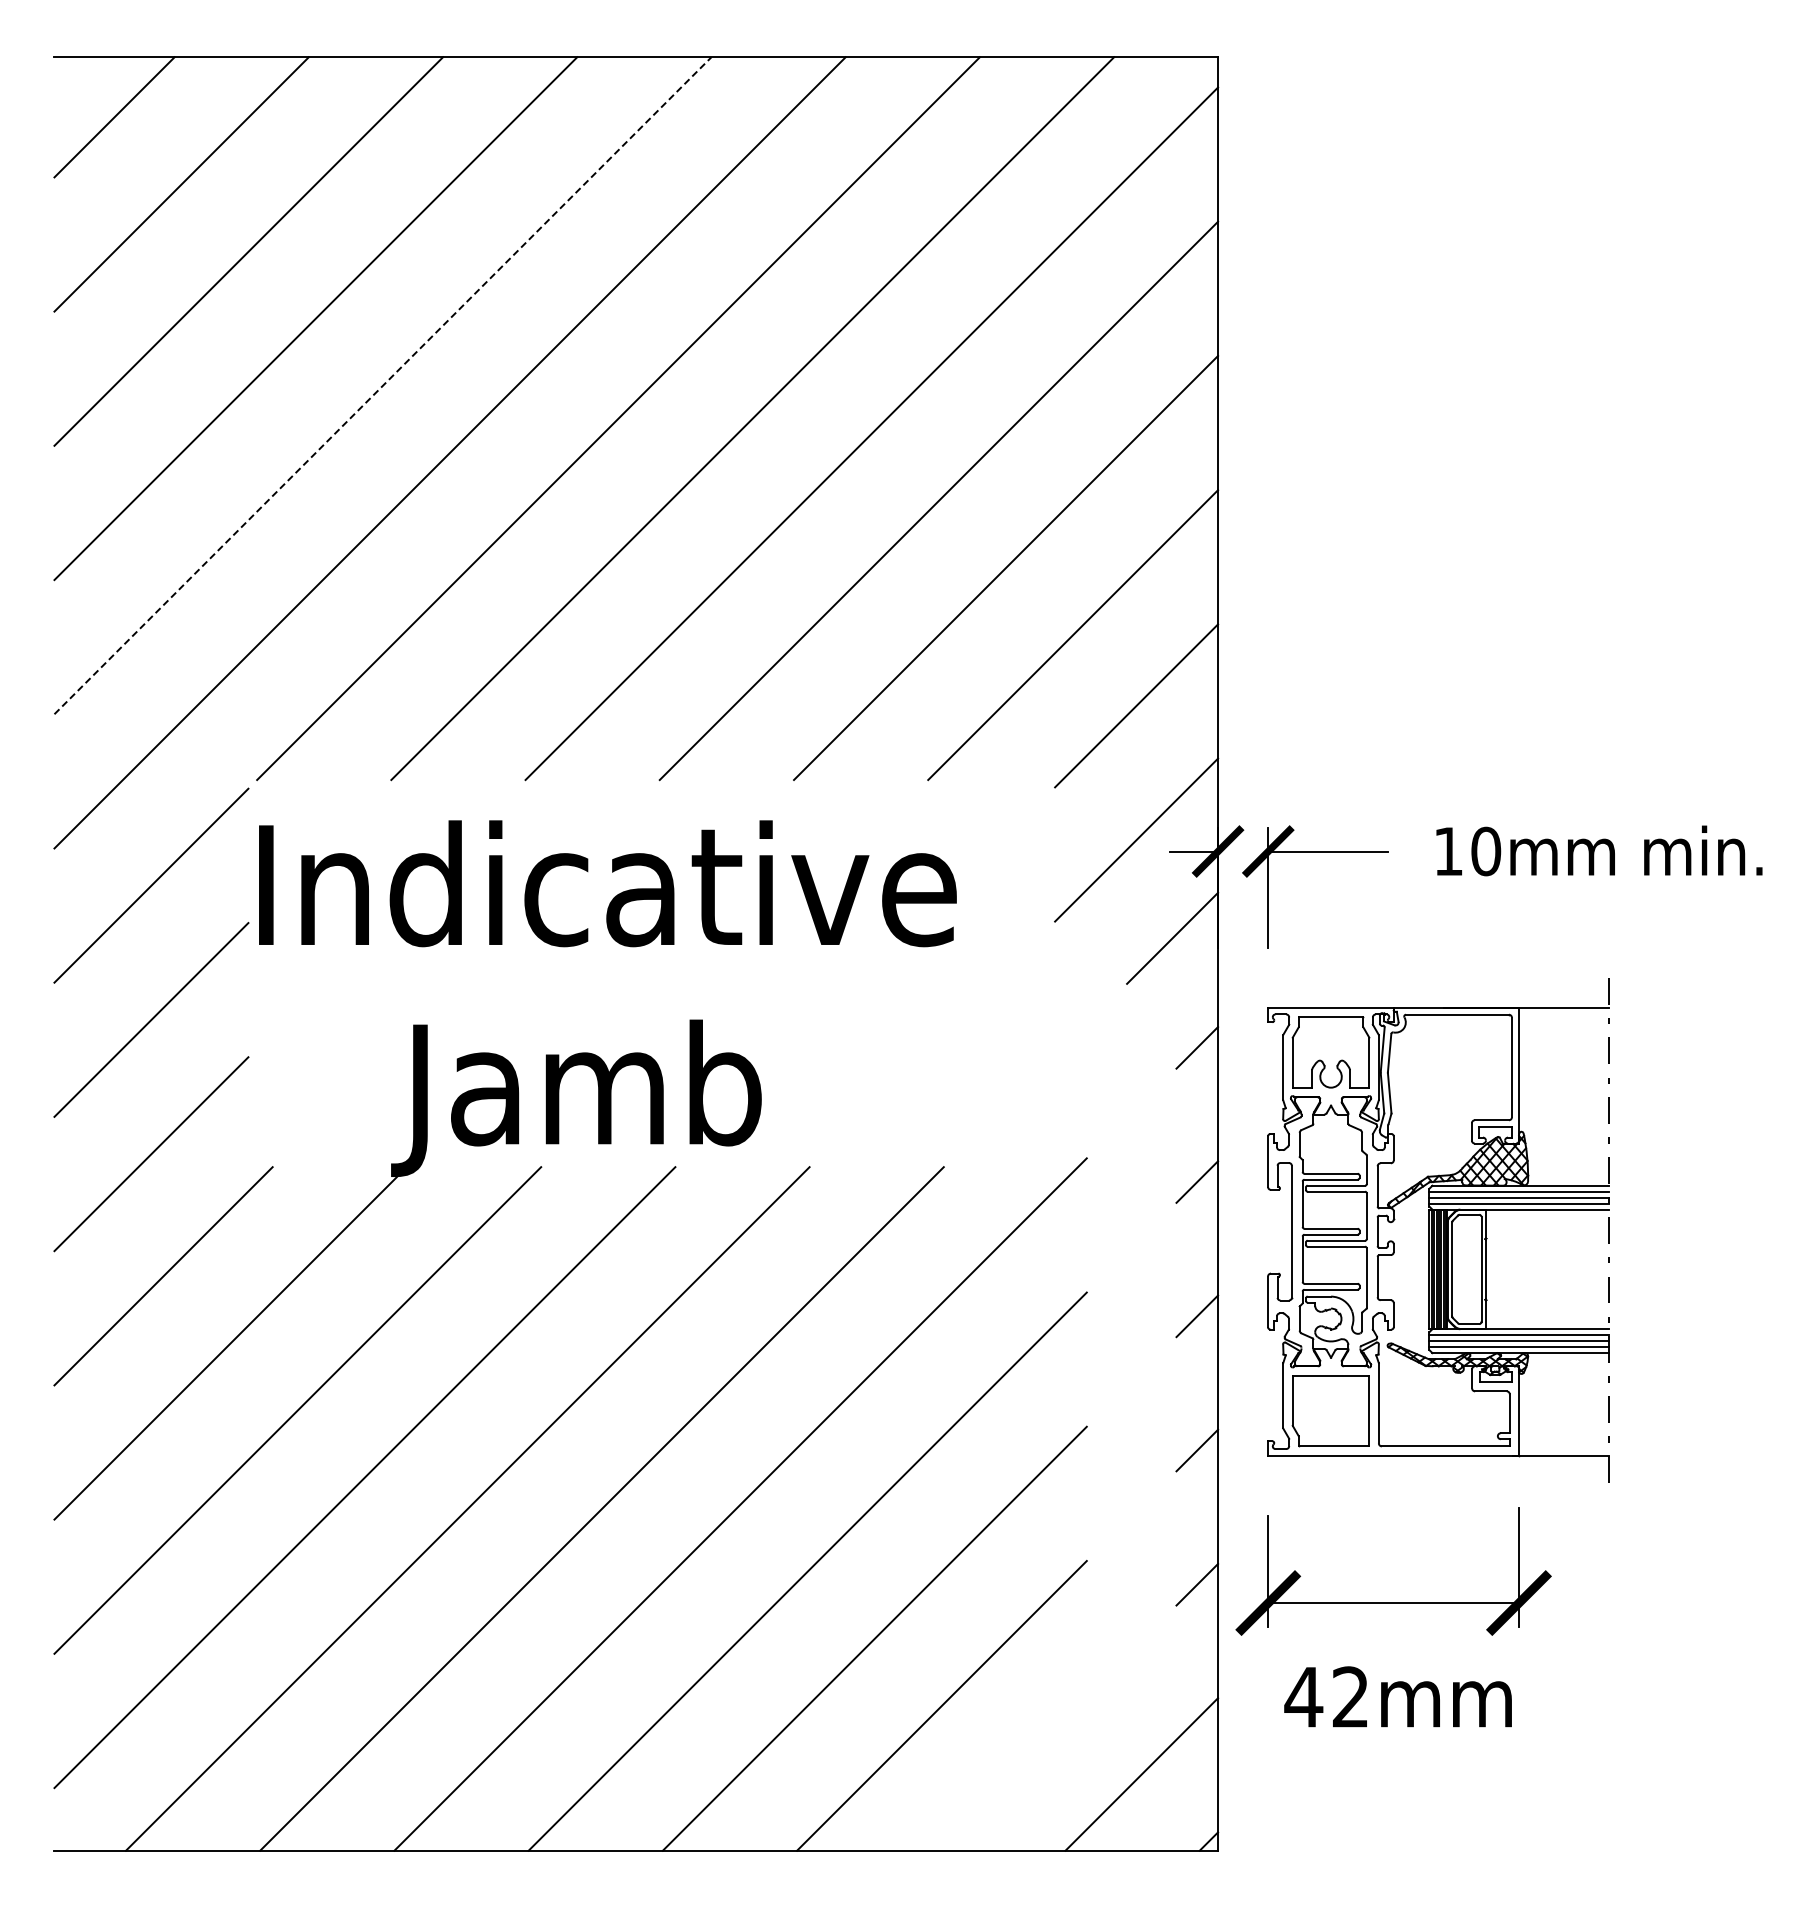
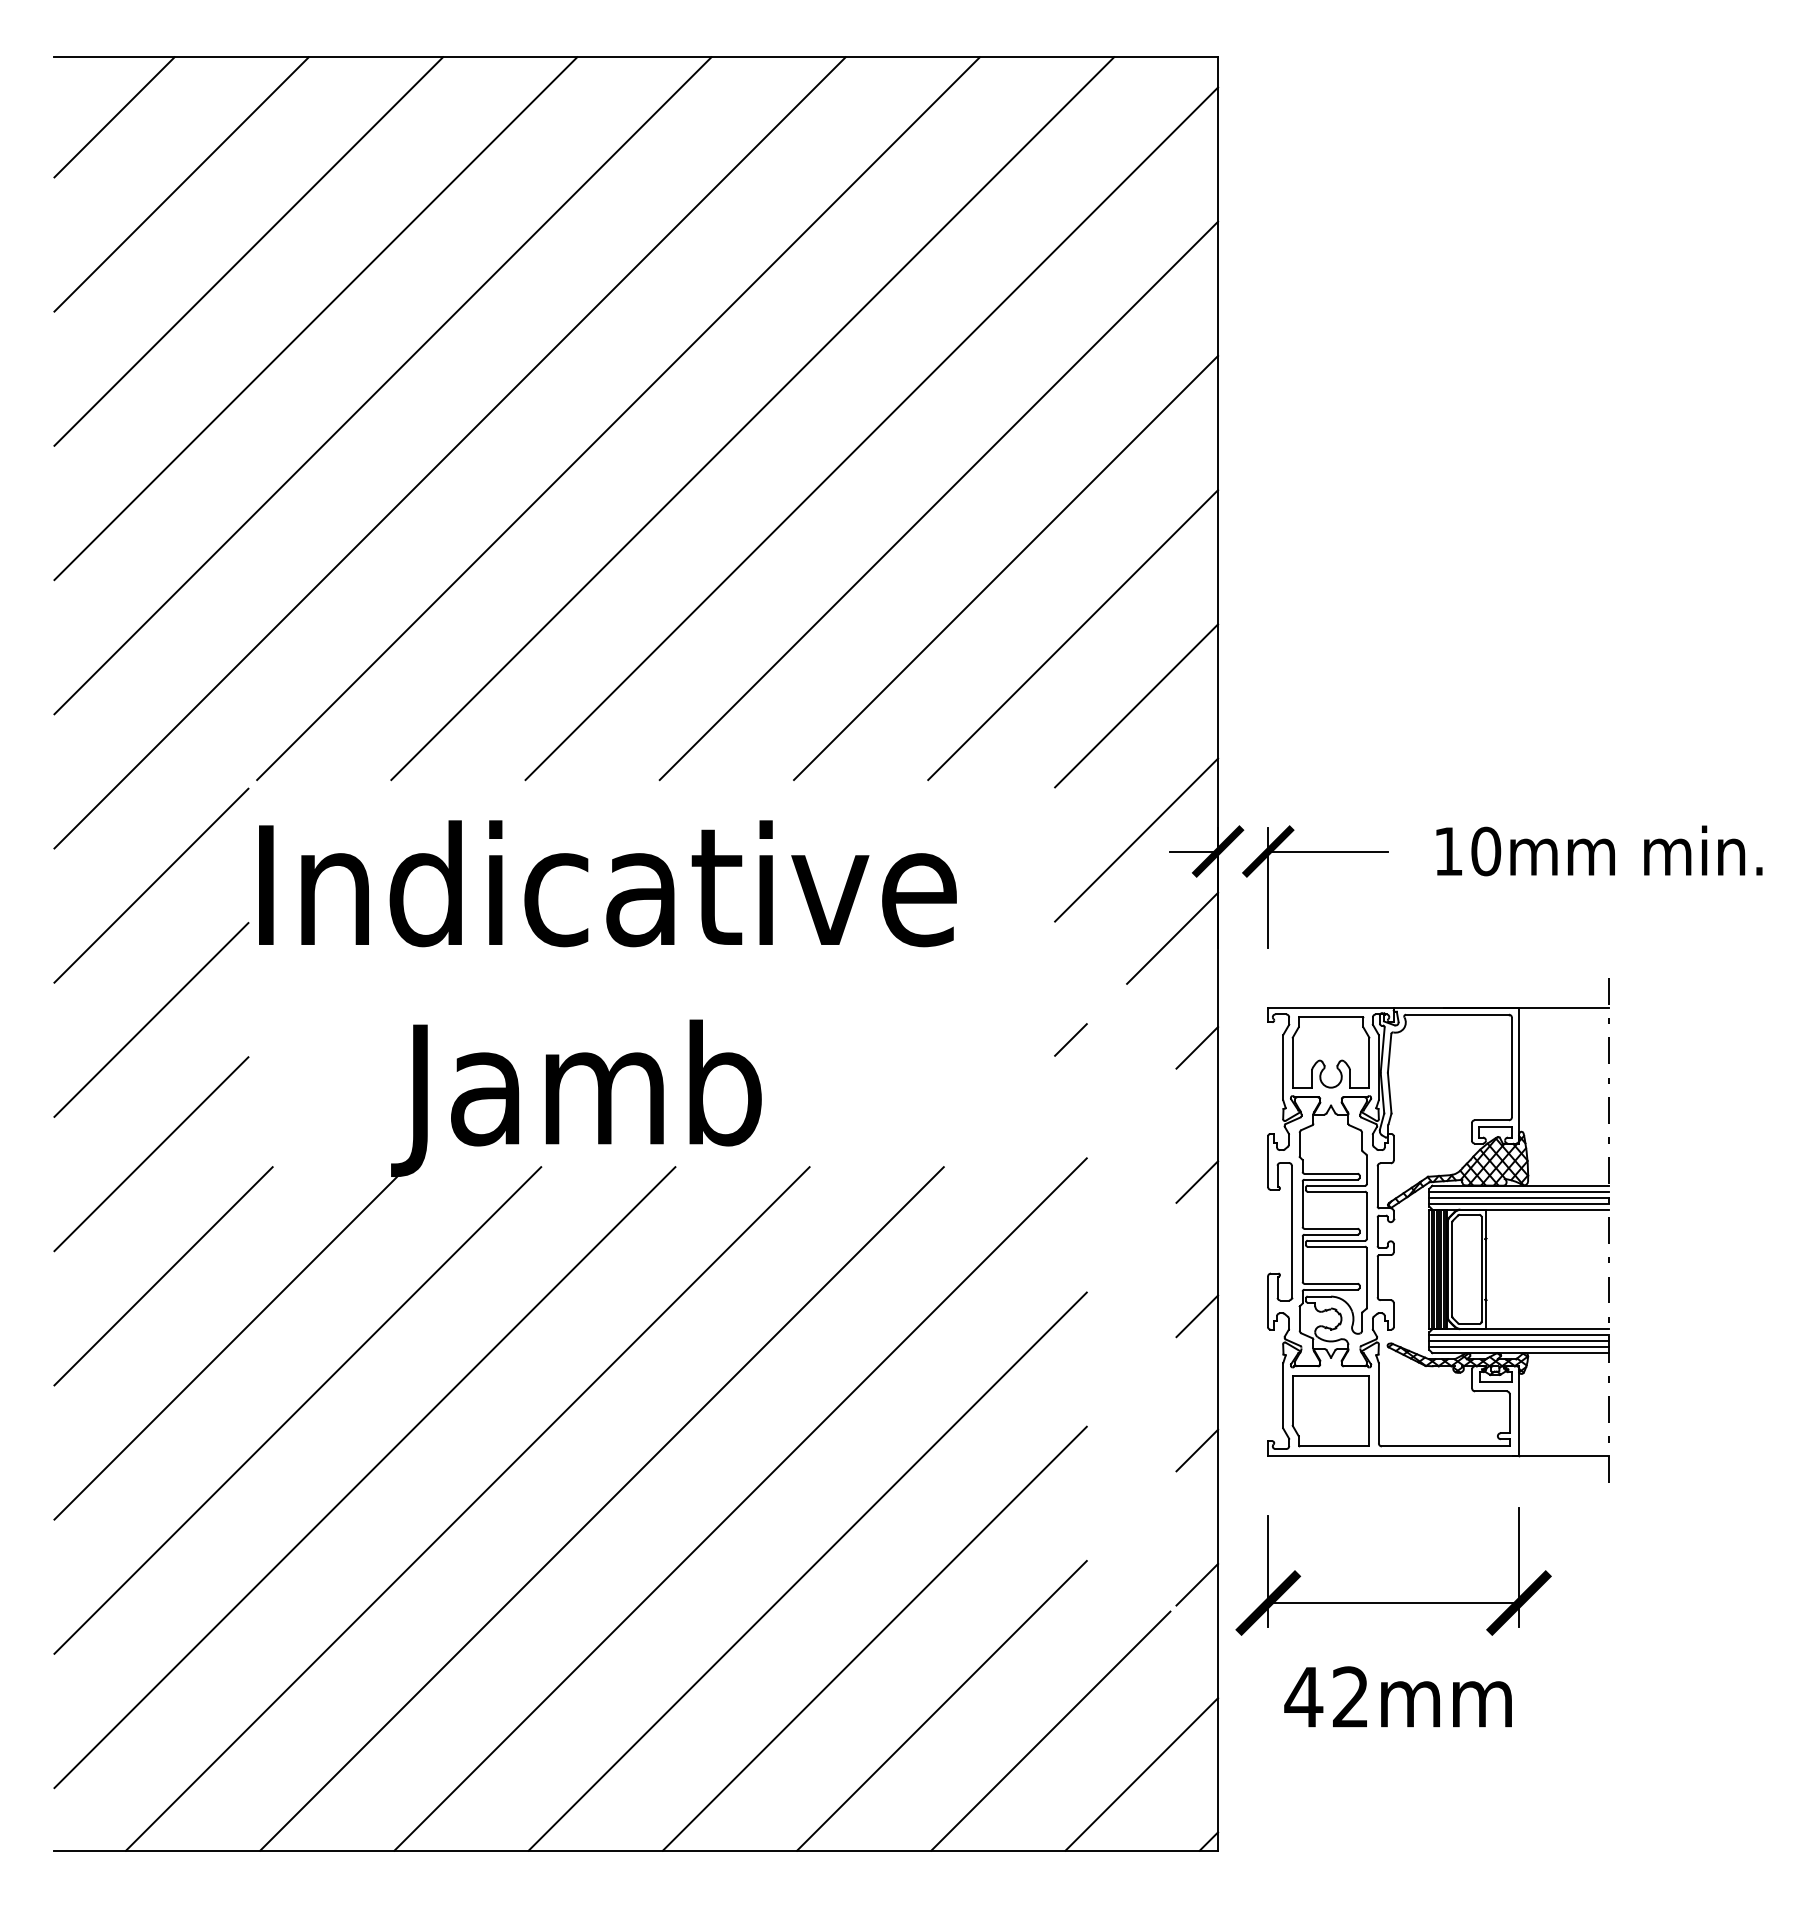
line at (382, 385): dashed -> solid
line at (1070, 1039): none -> present
line at (1050, 1730): none -> present
